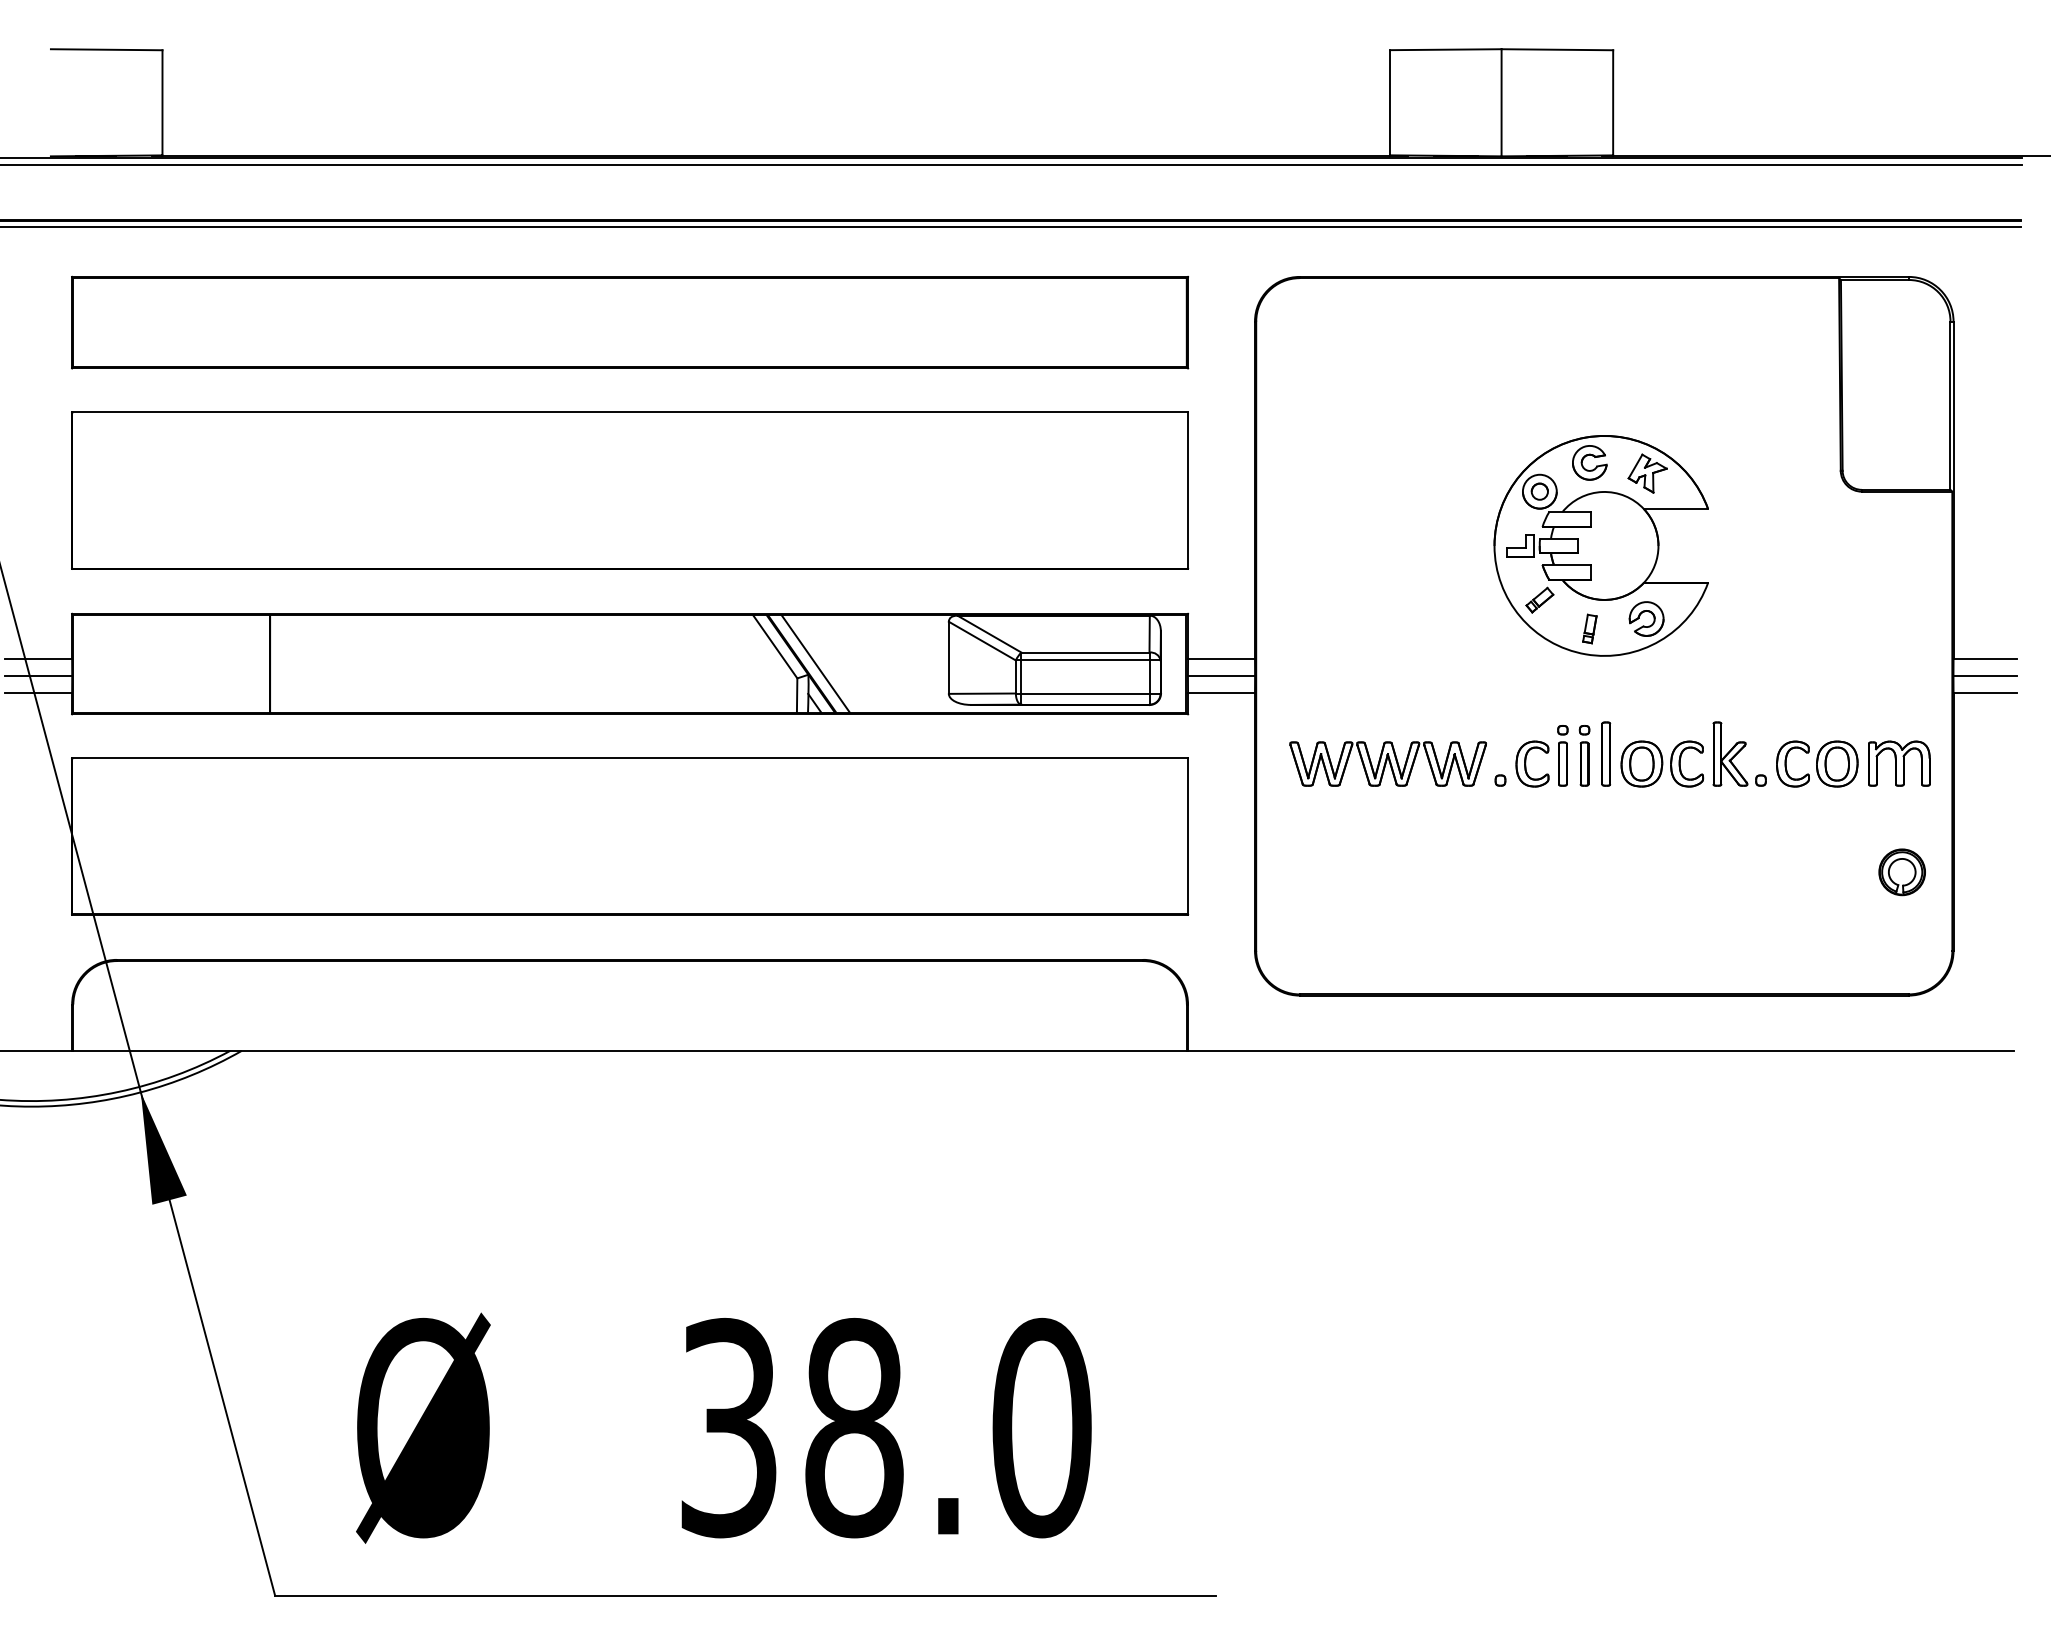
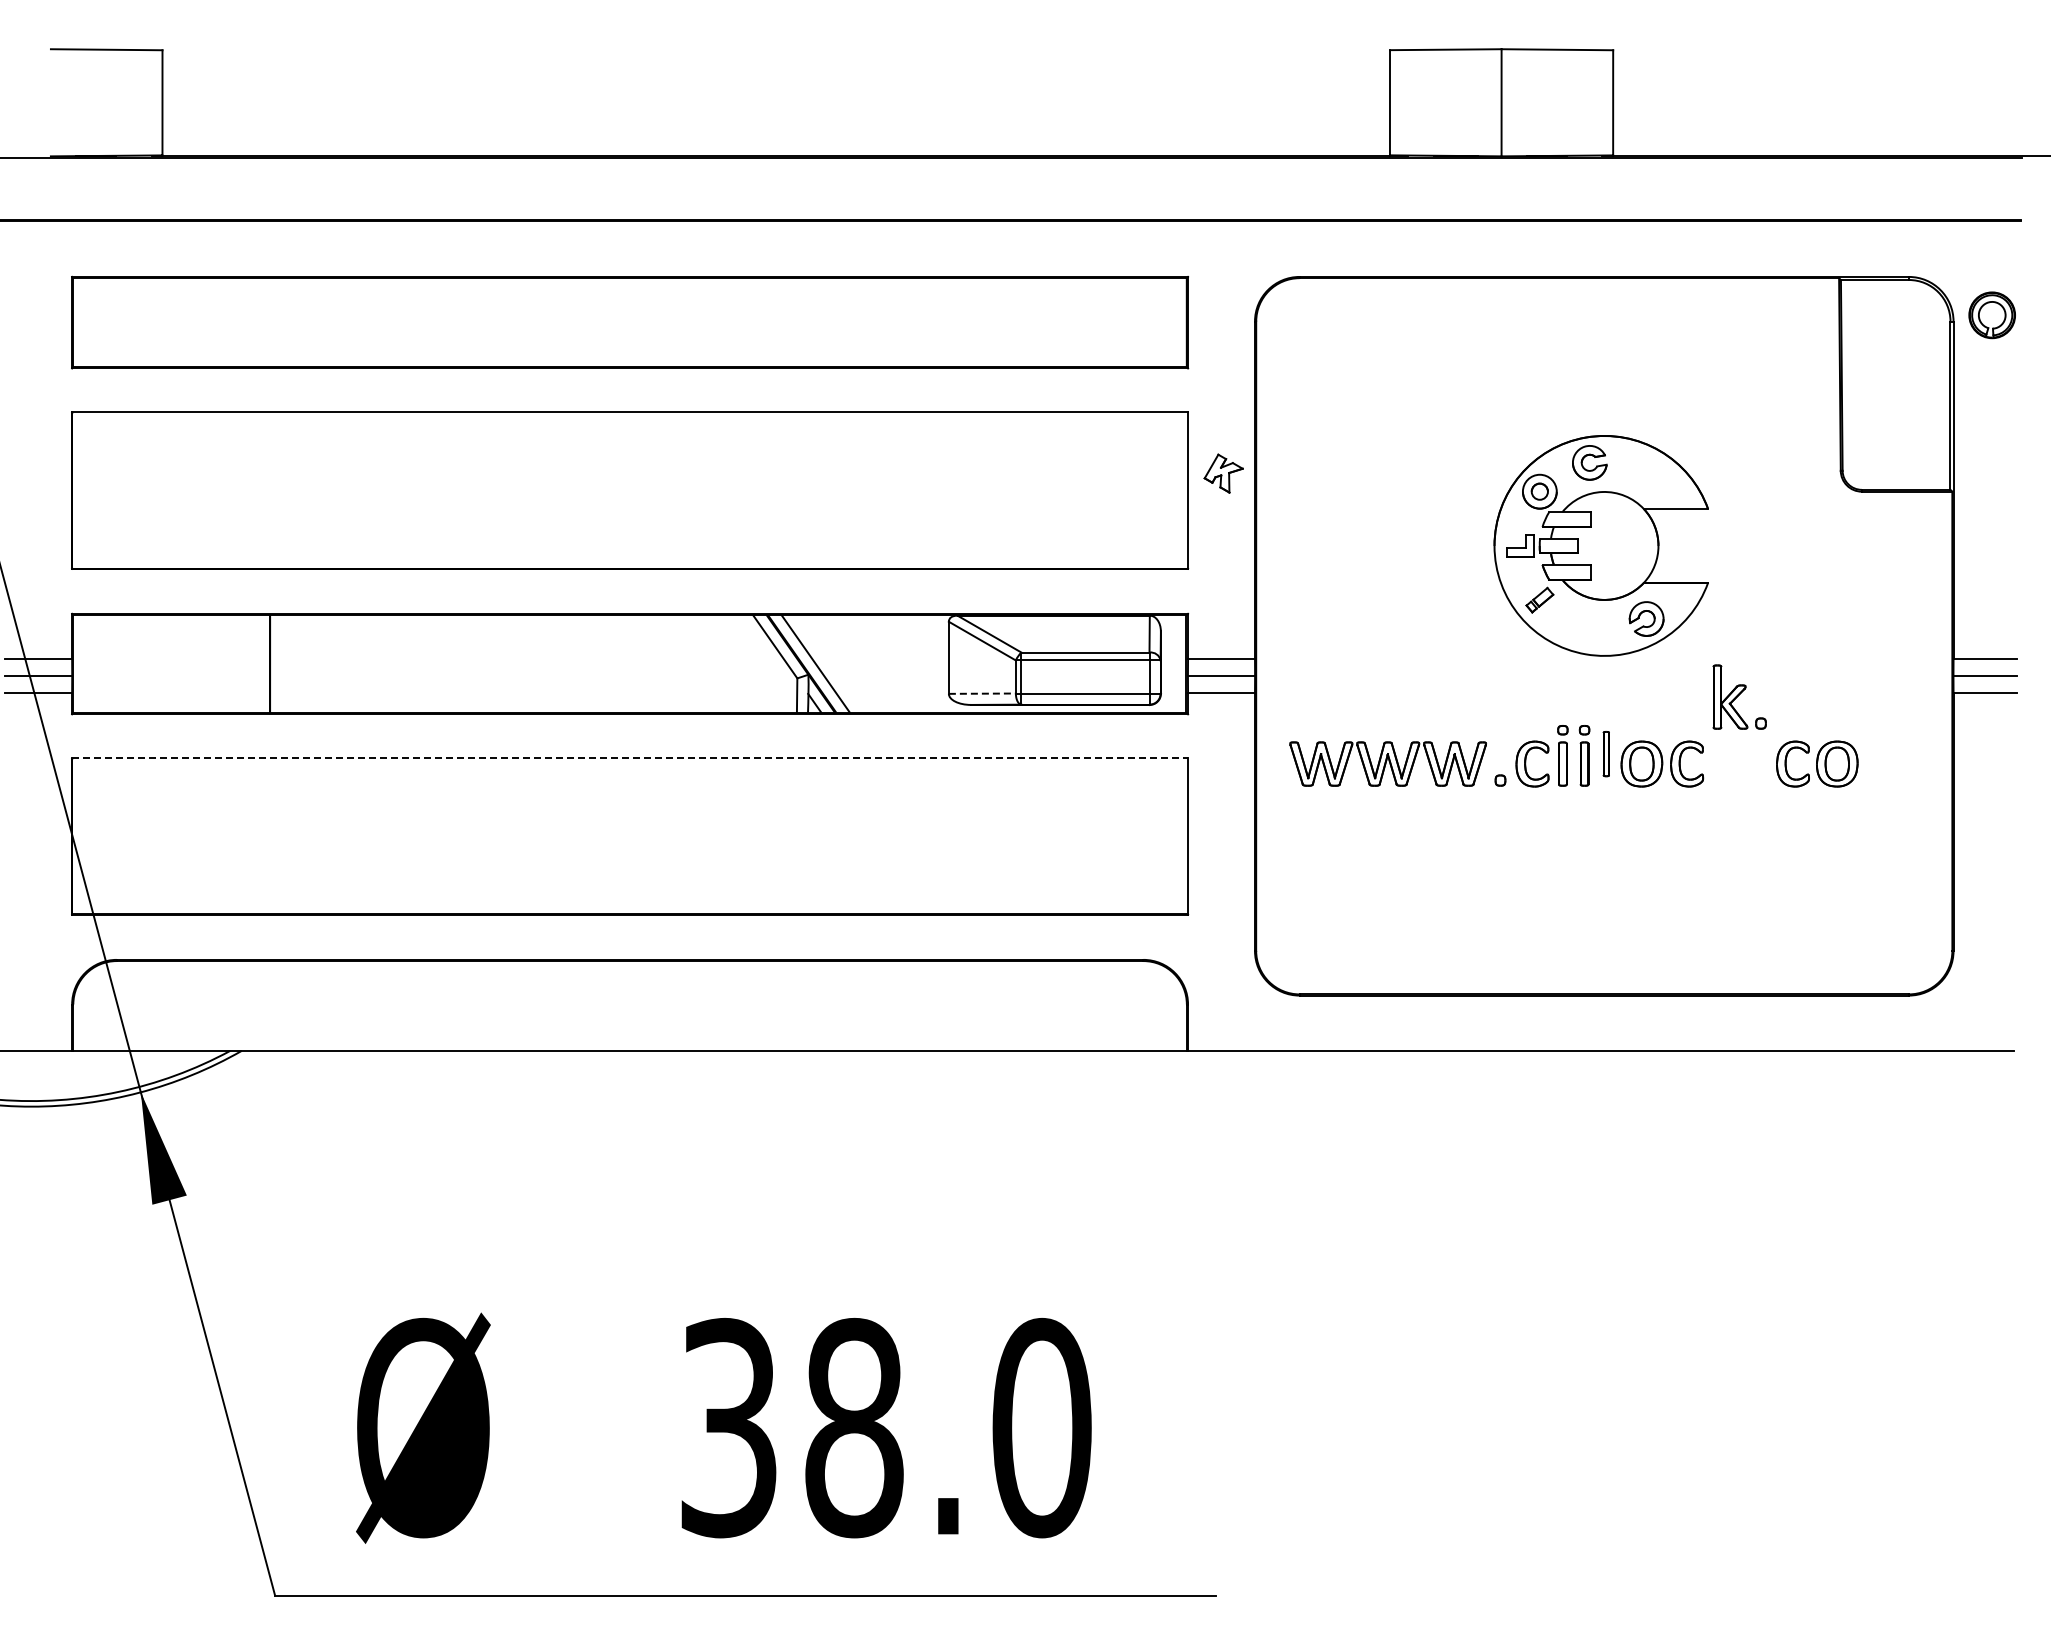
line at (1011, 164): present -> none
line at (1011, 227): present -> none
part at (1647, 473) position: (1647, 473) -> (1223, 473)
part at (1589, 628): present -> none
line at (982, 693): solid -> dashed
part at (1606, 753) size: 11x66 px -> 8x47 px
part at (1739, 753) position: (1739, 753) -> (1739, 696)
line at (630, 758): solid -> dashed
part at (1899, 763): present -> none
part at (1901, 872) position: (1901, 872) -> (1991, 315)
